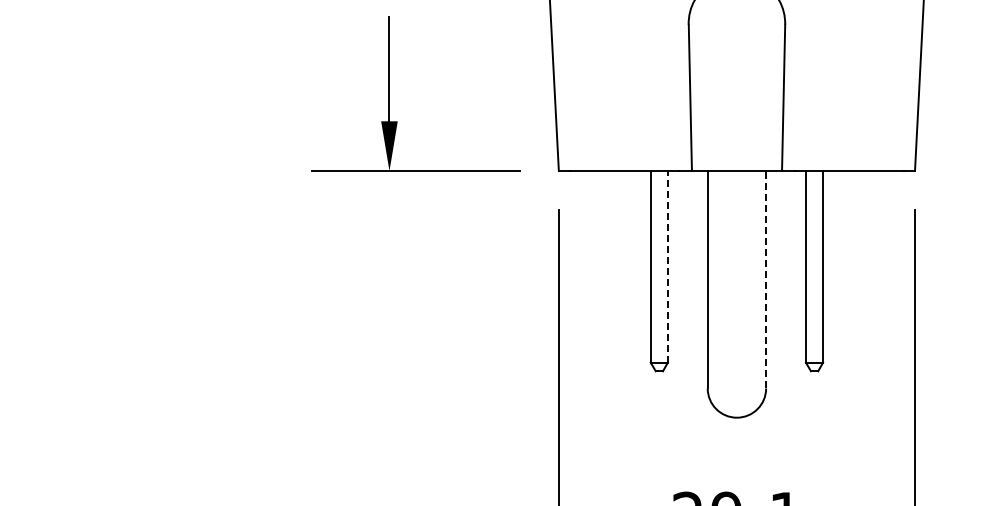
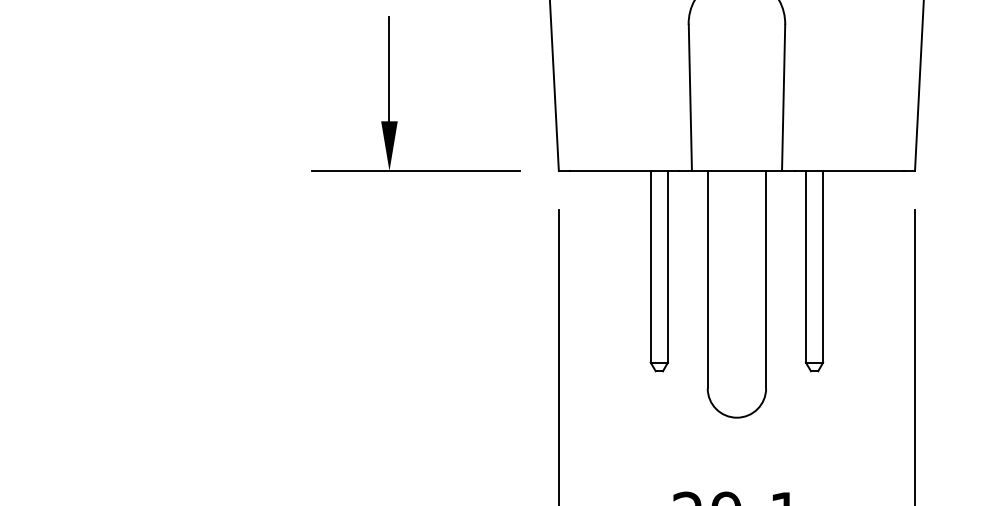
line at (667, 266): dashed -> solid
line at (766, 279): dashed -> solid
